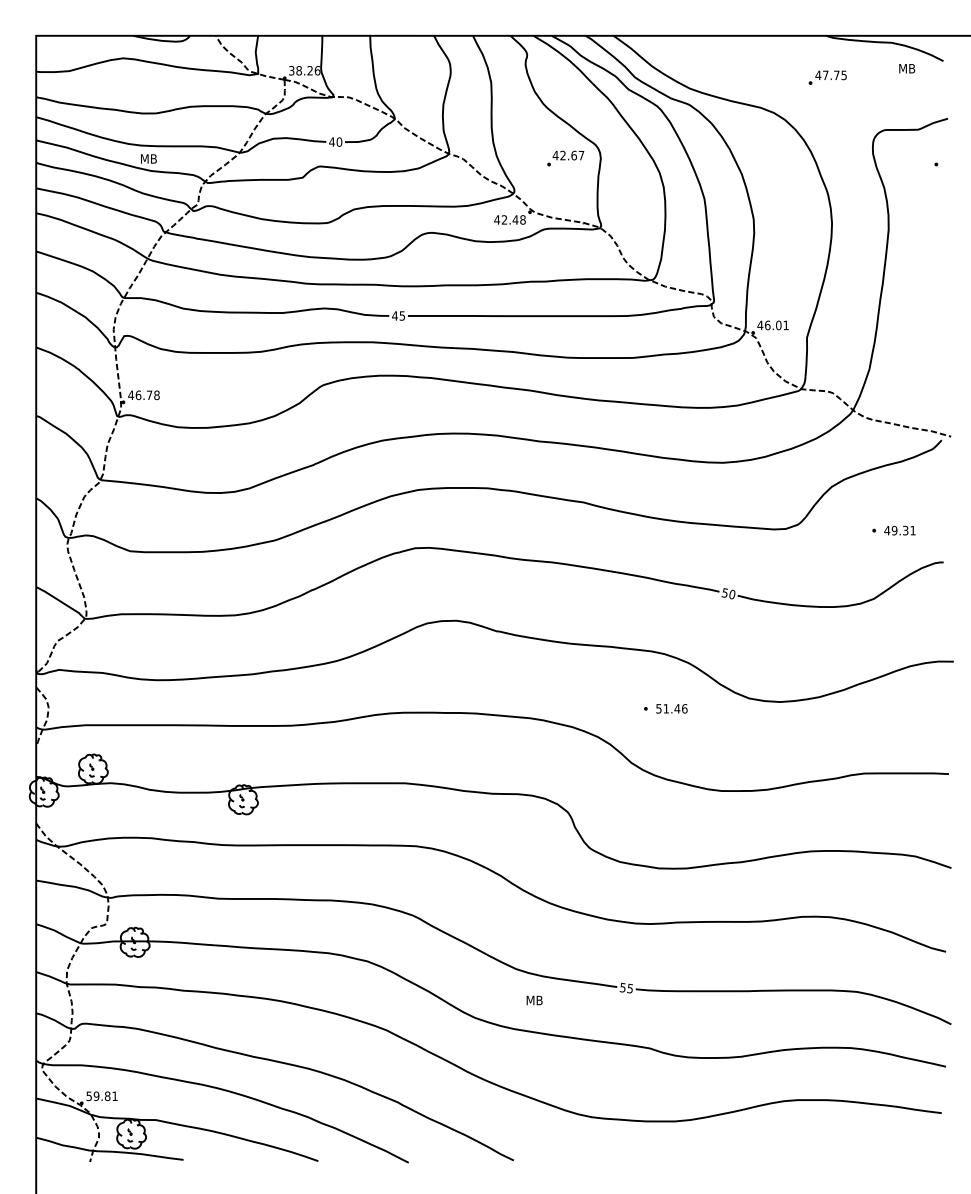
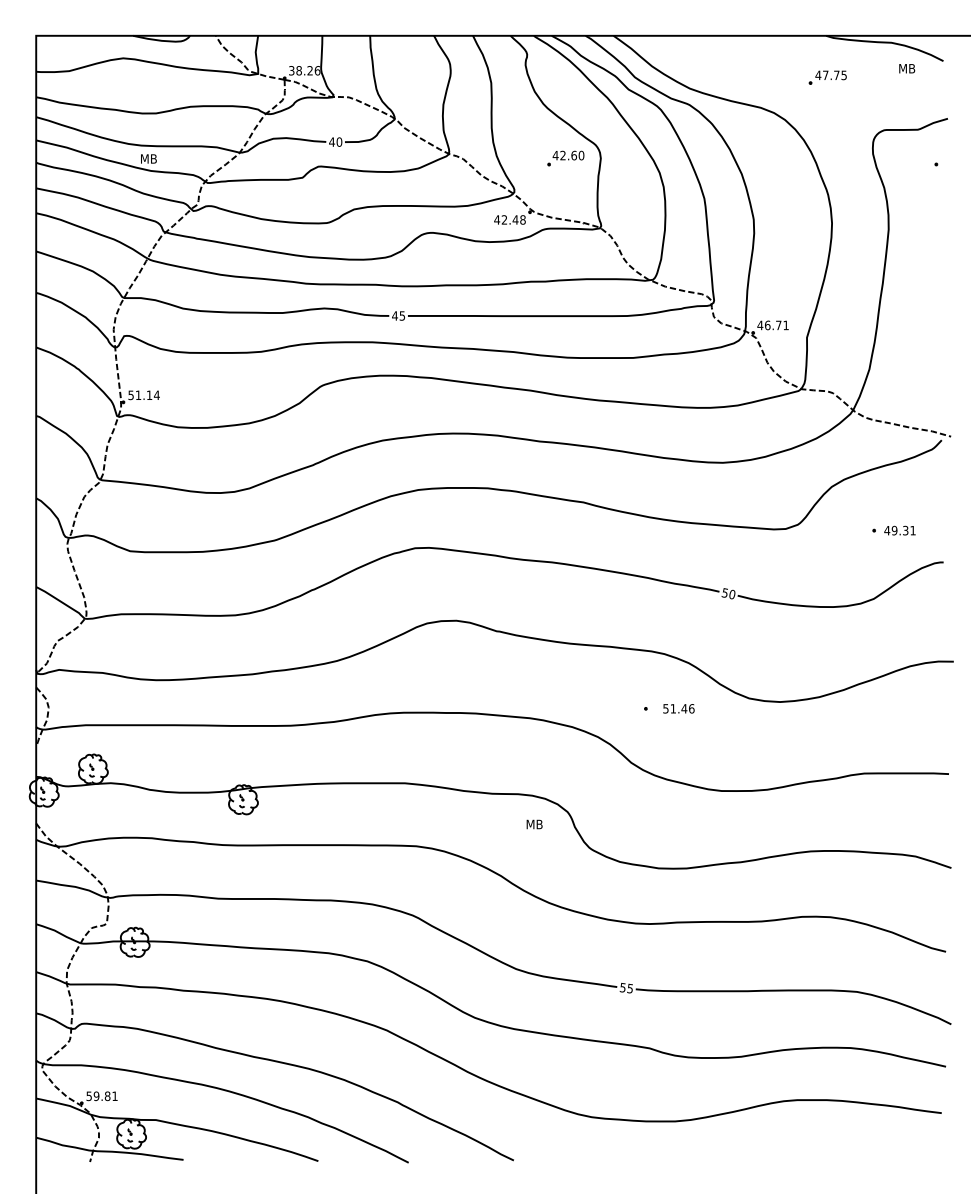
text at (581, 155): 42.67 -> 42.60
text at (778, 325): 46.01 -> 46.71
text at (143, 395): 46.78 -> 51.14
text at (671, 708) position: (671, 708) -> (678, 708)
text at (534, 1000) position: (534, 1000) -> (534, 824)
